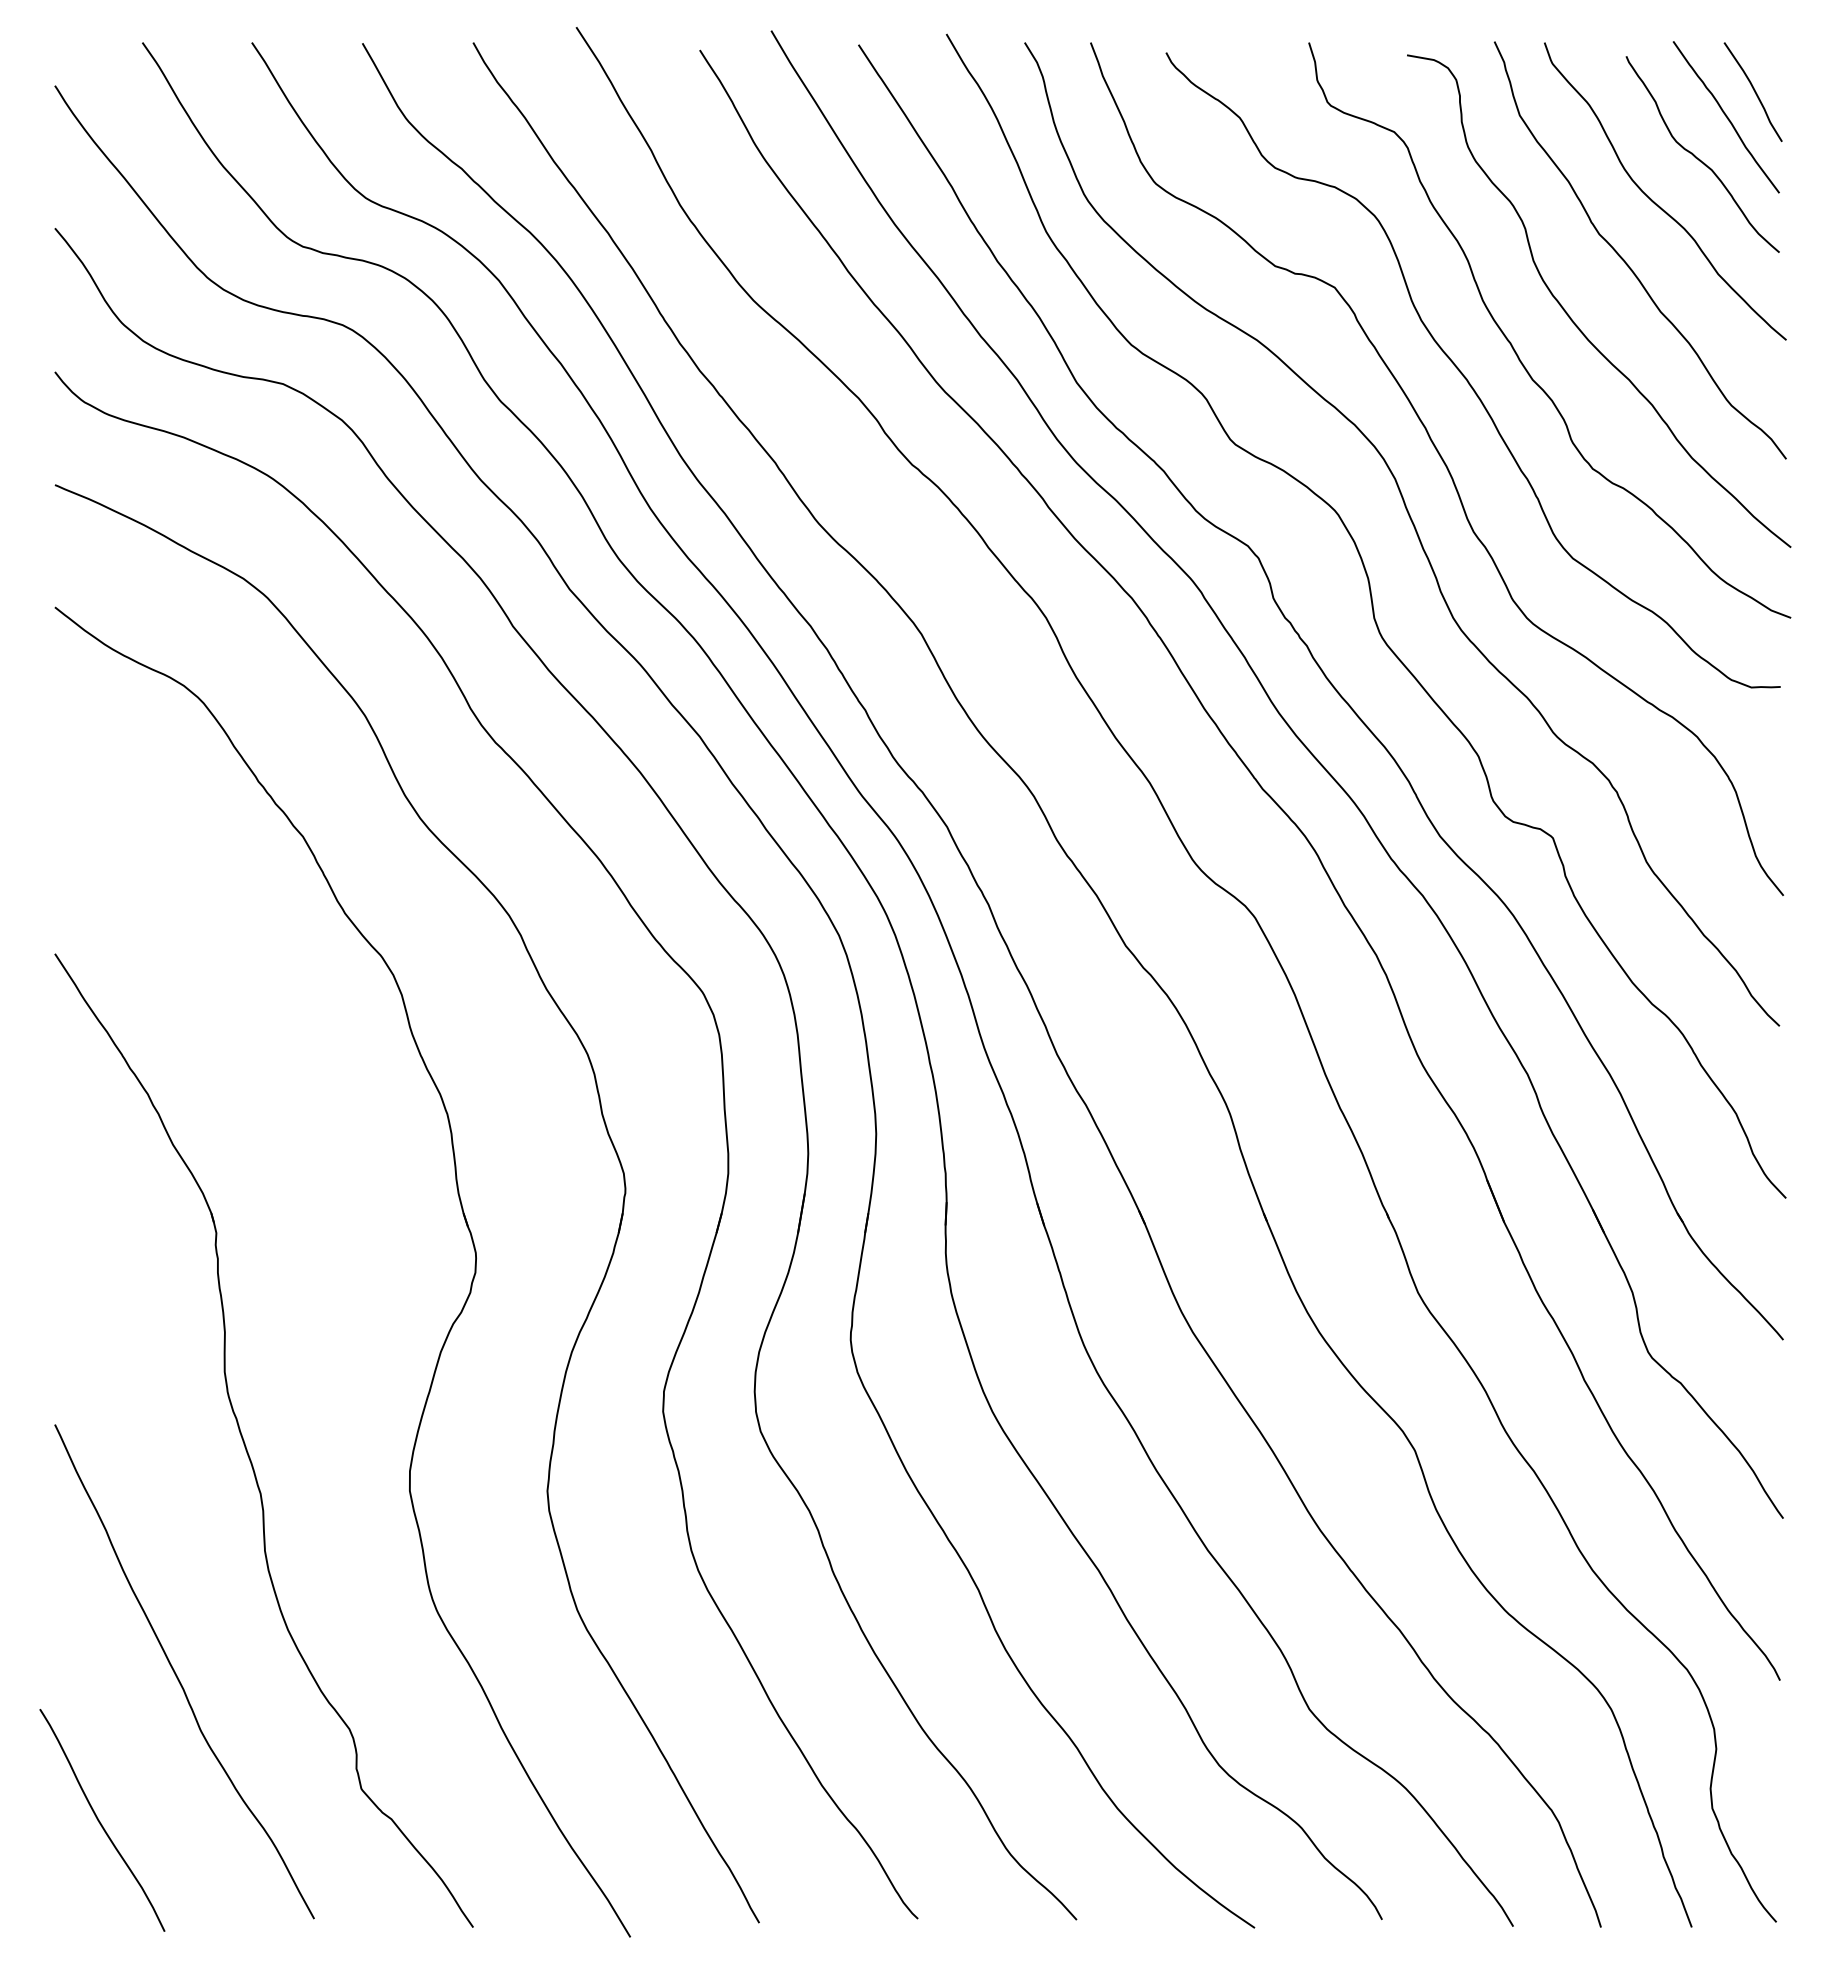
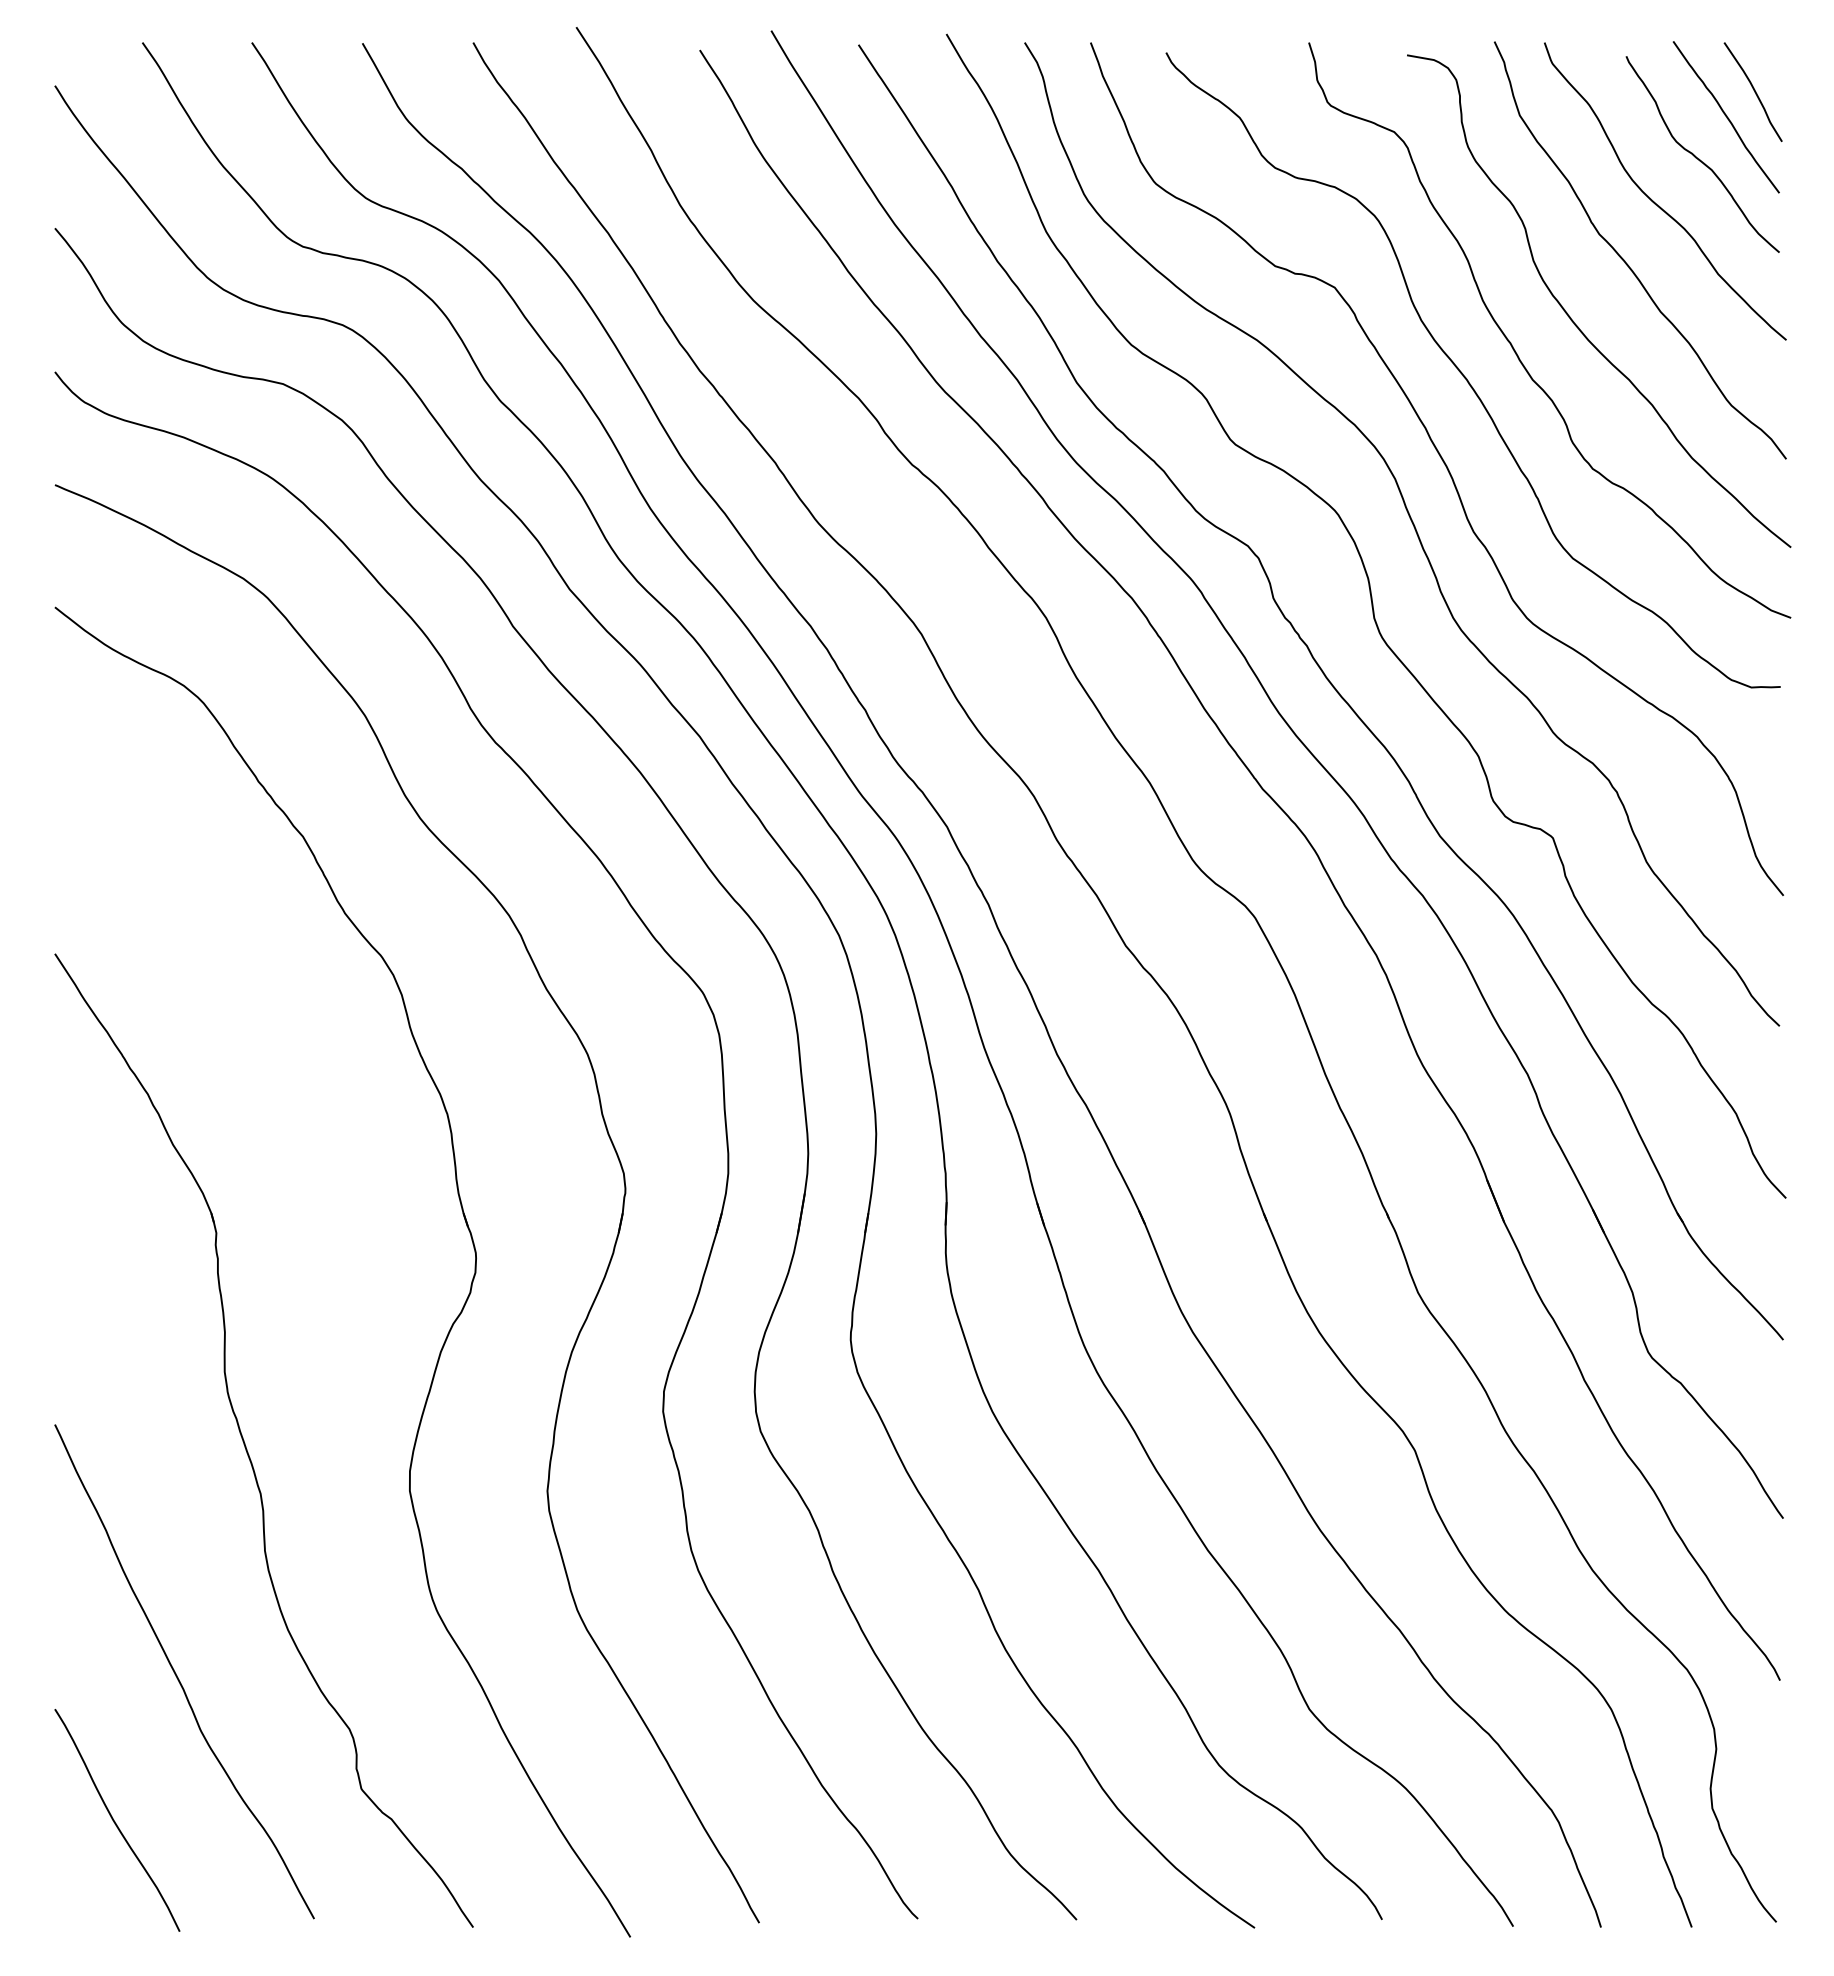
curve at (100, 1821) position: (100, 1821) -> (115, 1821)
